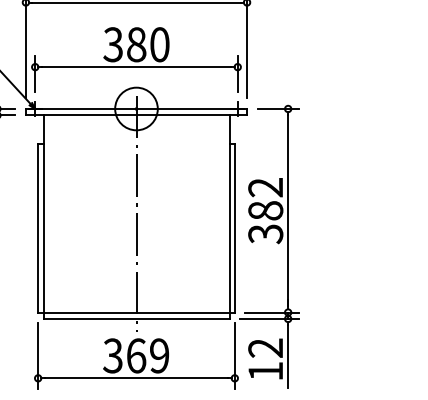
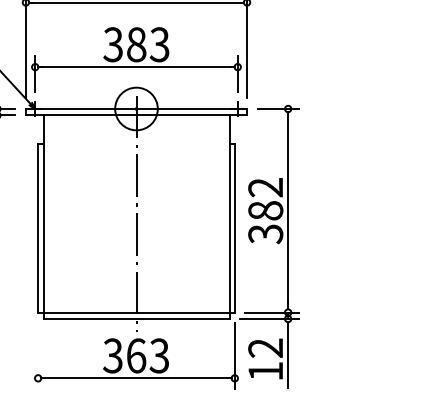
text at (159, 44): 380 -> 383
line at (38, 355): present -> none
text at (159, 355): 369 -> 363
